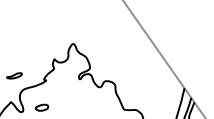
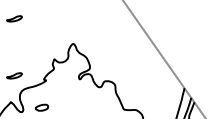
part at (14, 18): none -> present
